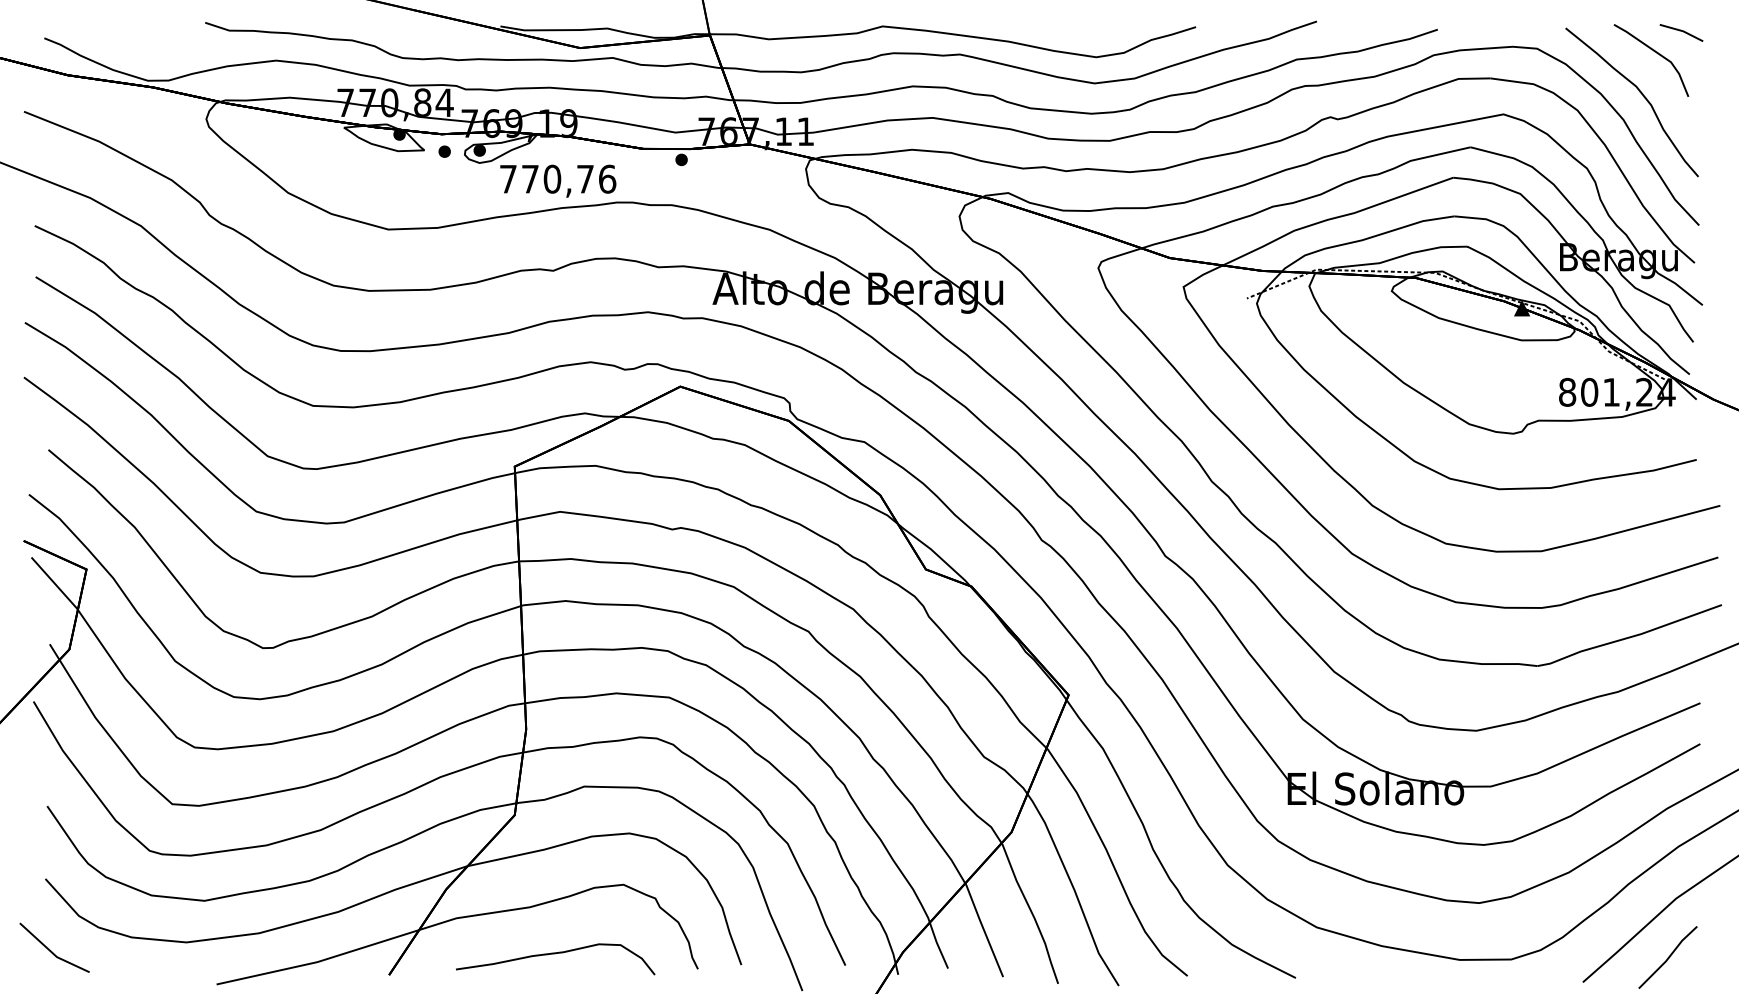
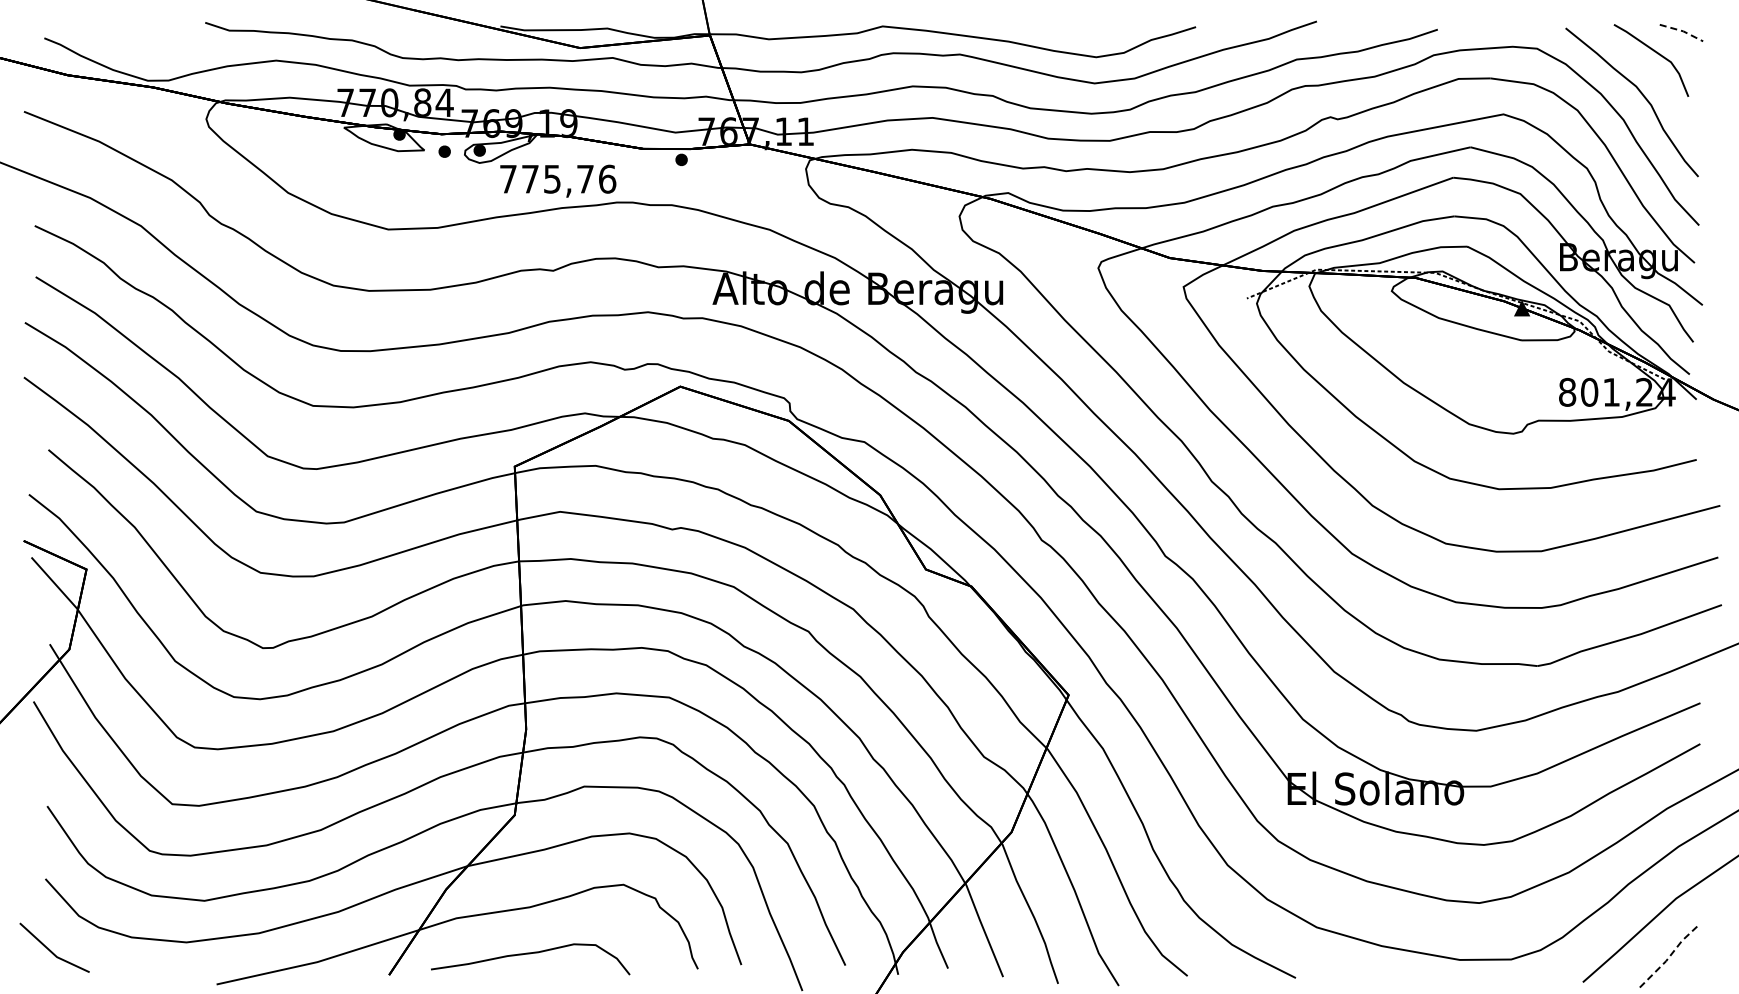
line at (1683, 31): solid -> dashed
text at (552, 178): 770,76 -> 775,76
curve at (555, 954) position: (555, 954) -> (530, 954)
line at (1668, 958): solid -> dashed
